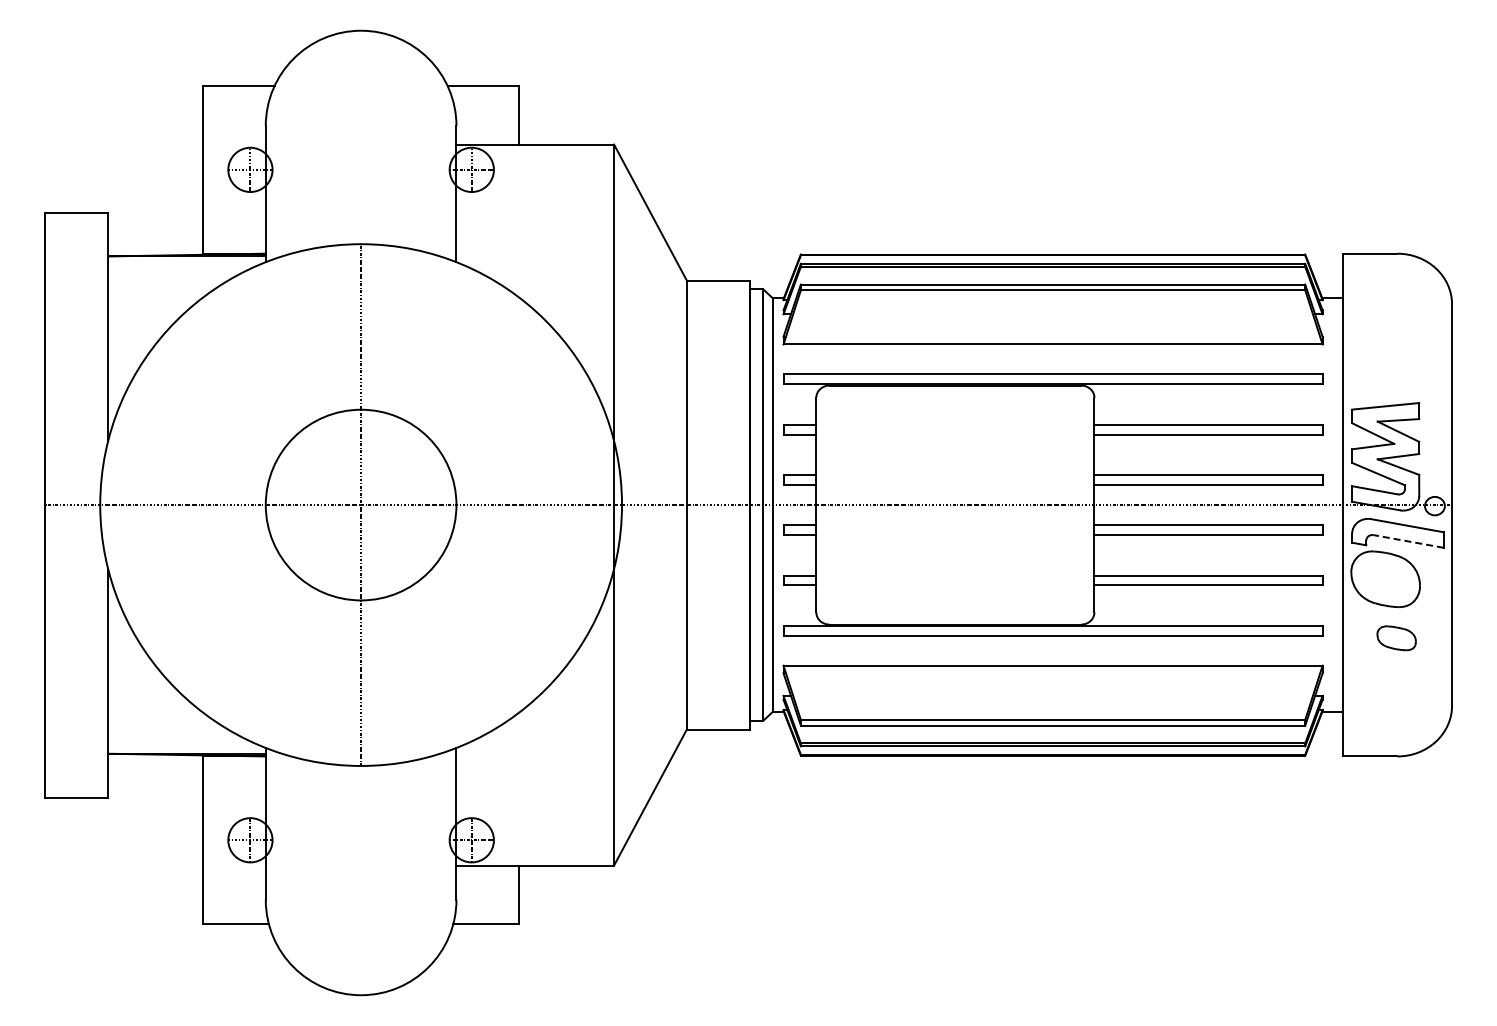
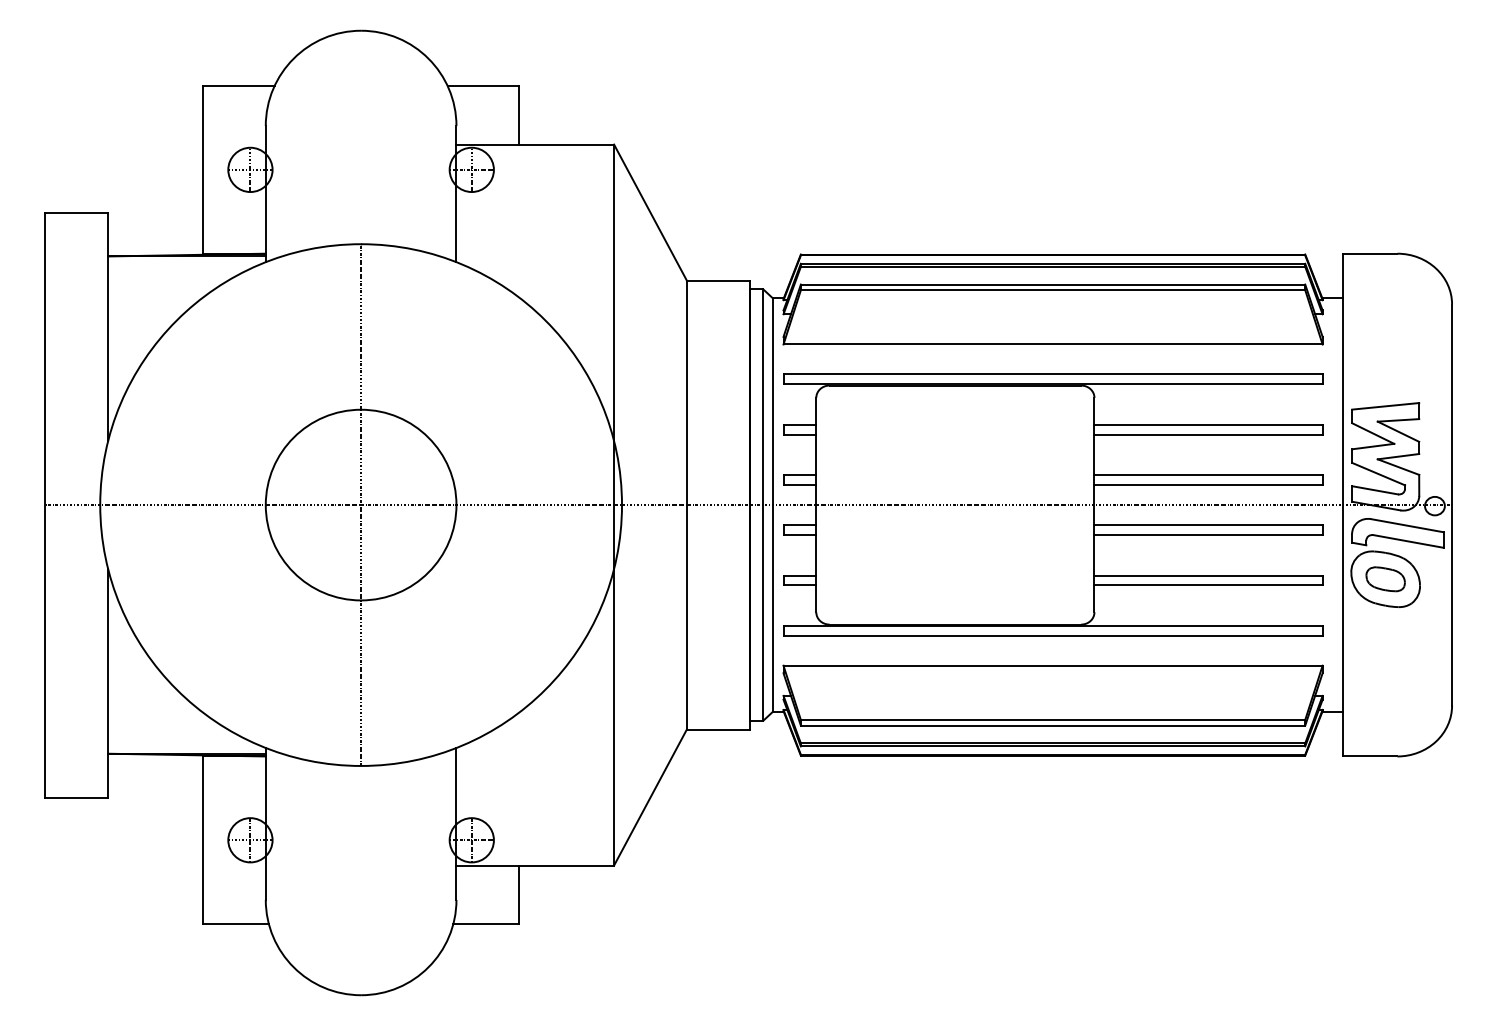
line at (1408, 541): dashed -> solid
part at (1396, 638) position: (1396, 638) -> (1385, 579)
